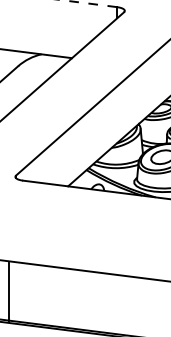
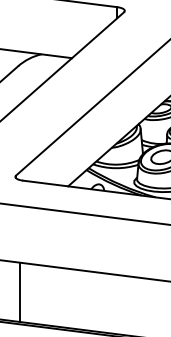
line at (88, 3): dashed -> solid
line at (84, 213): none -> present
line at (8, 291) position: (8, 291) -> (19, 291)
